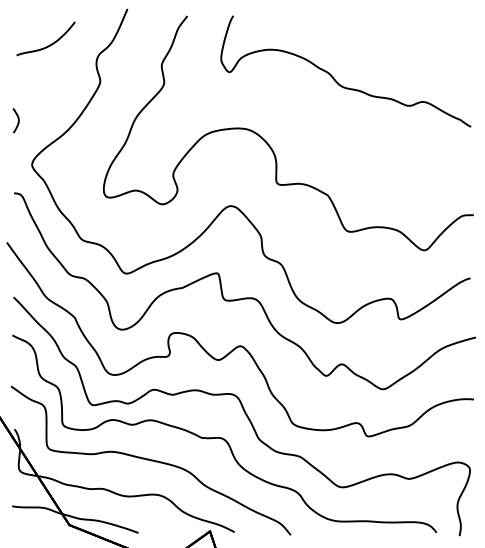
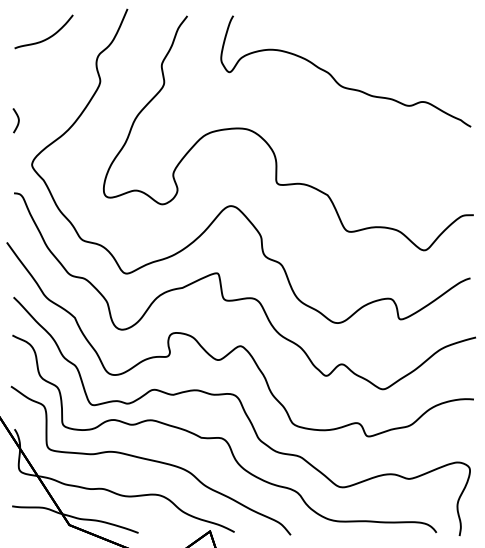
curve at (49, 44) position: (49, 44) -> (47, 37)
